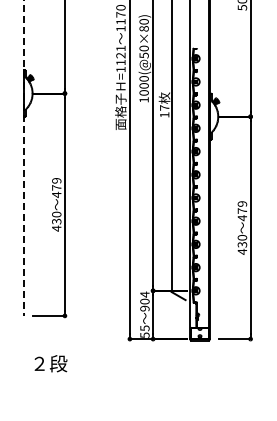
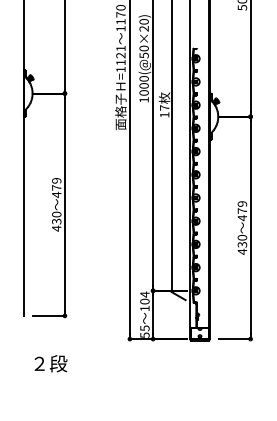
text at (143, 28): 1000(@50×80) -> 1000(@50×20)
line at (24, 158): dashed -> solid
text at (144, 308): 904 -> 104
